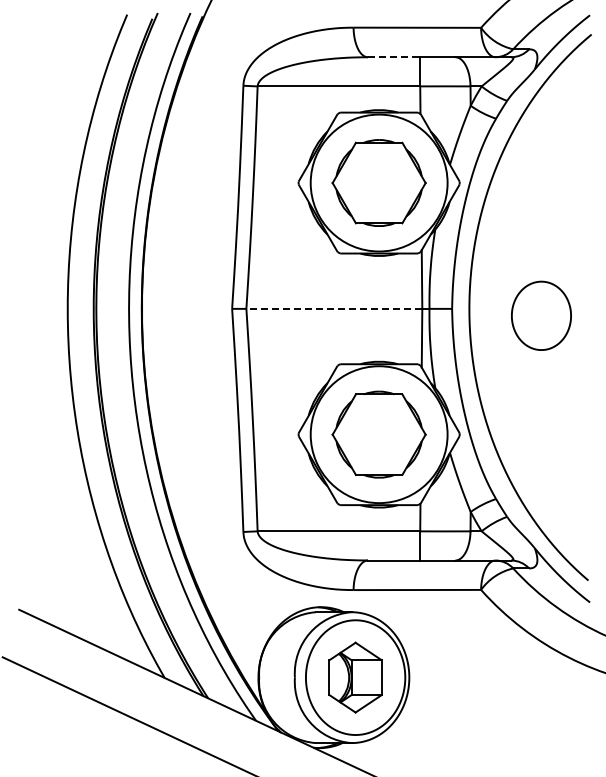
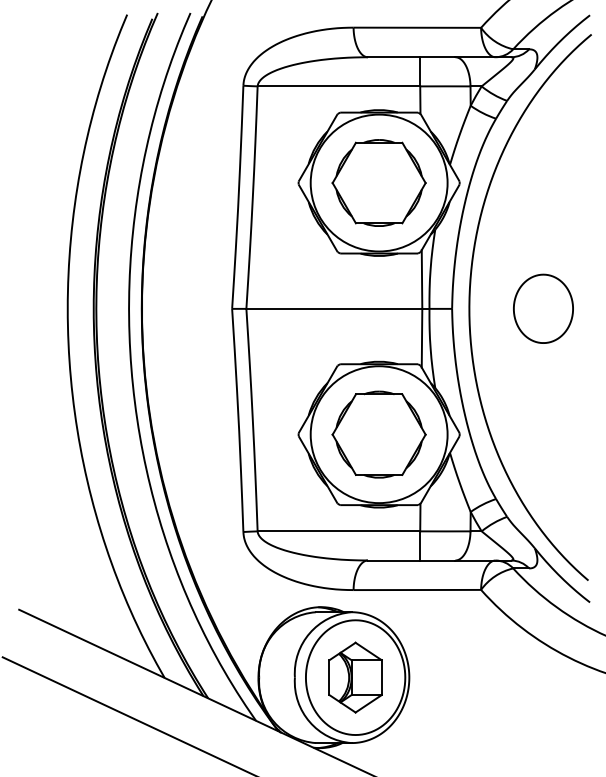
line at (394, 57): dashed -> solid
line at (334, 308): dashed -> solid
part at (541, 315) position: (541, 315) -> (543, 308)
